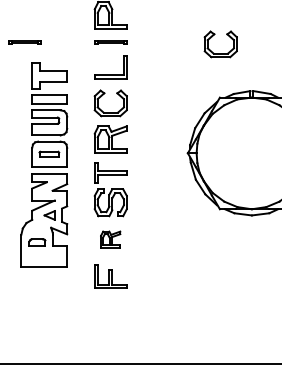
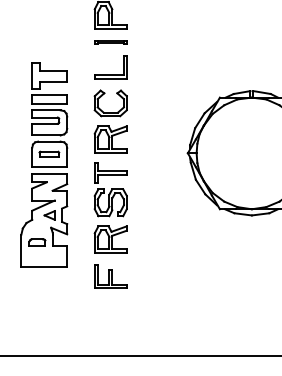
line at (24, 42): present -> none
part at (220, 53): present -> none
part at (110, 239) size: 22x19 px -> 35x29 px
line at (140, 363) position: (140, 363) -> (140, 355)
